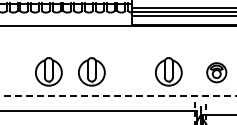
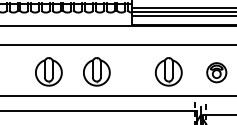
line at (117, 45): none -> present
part at (91, 71) position: (91, 71) -> (96, 71)
line at (118, 95): dashed -> solid
